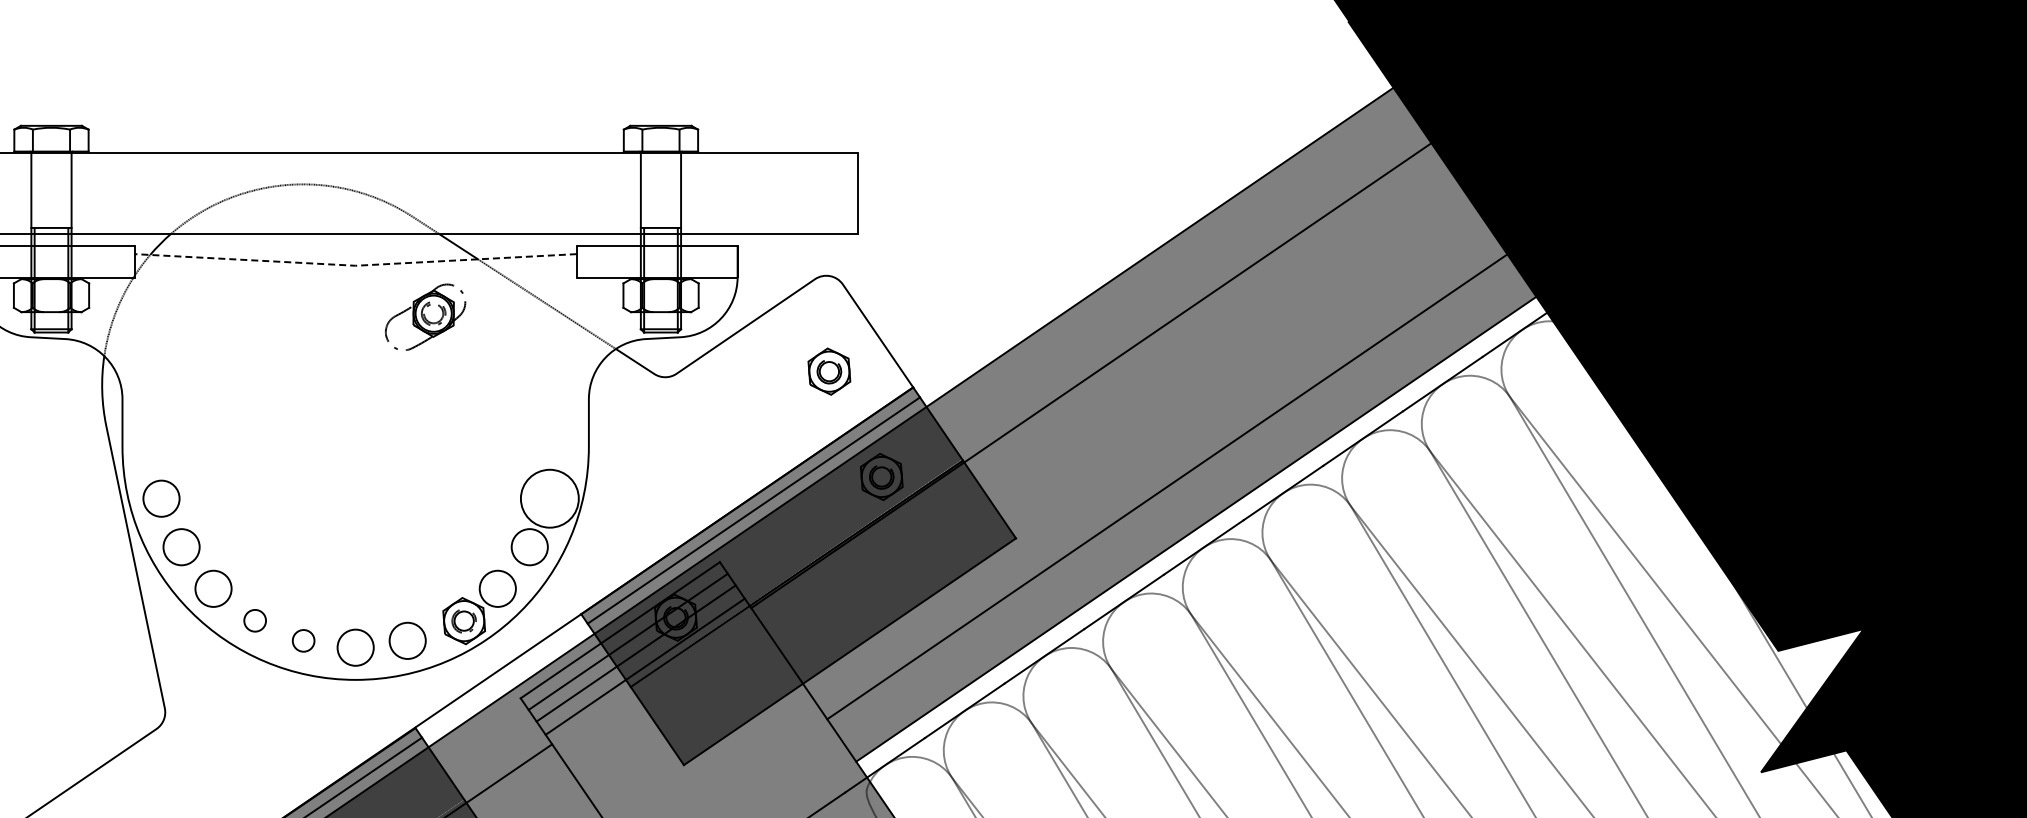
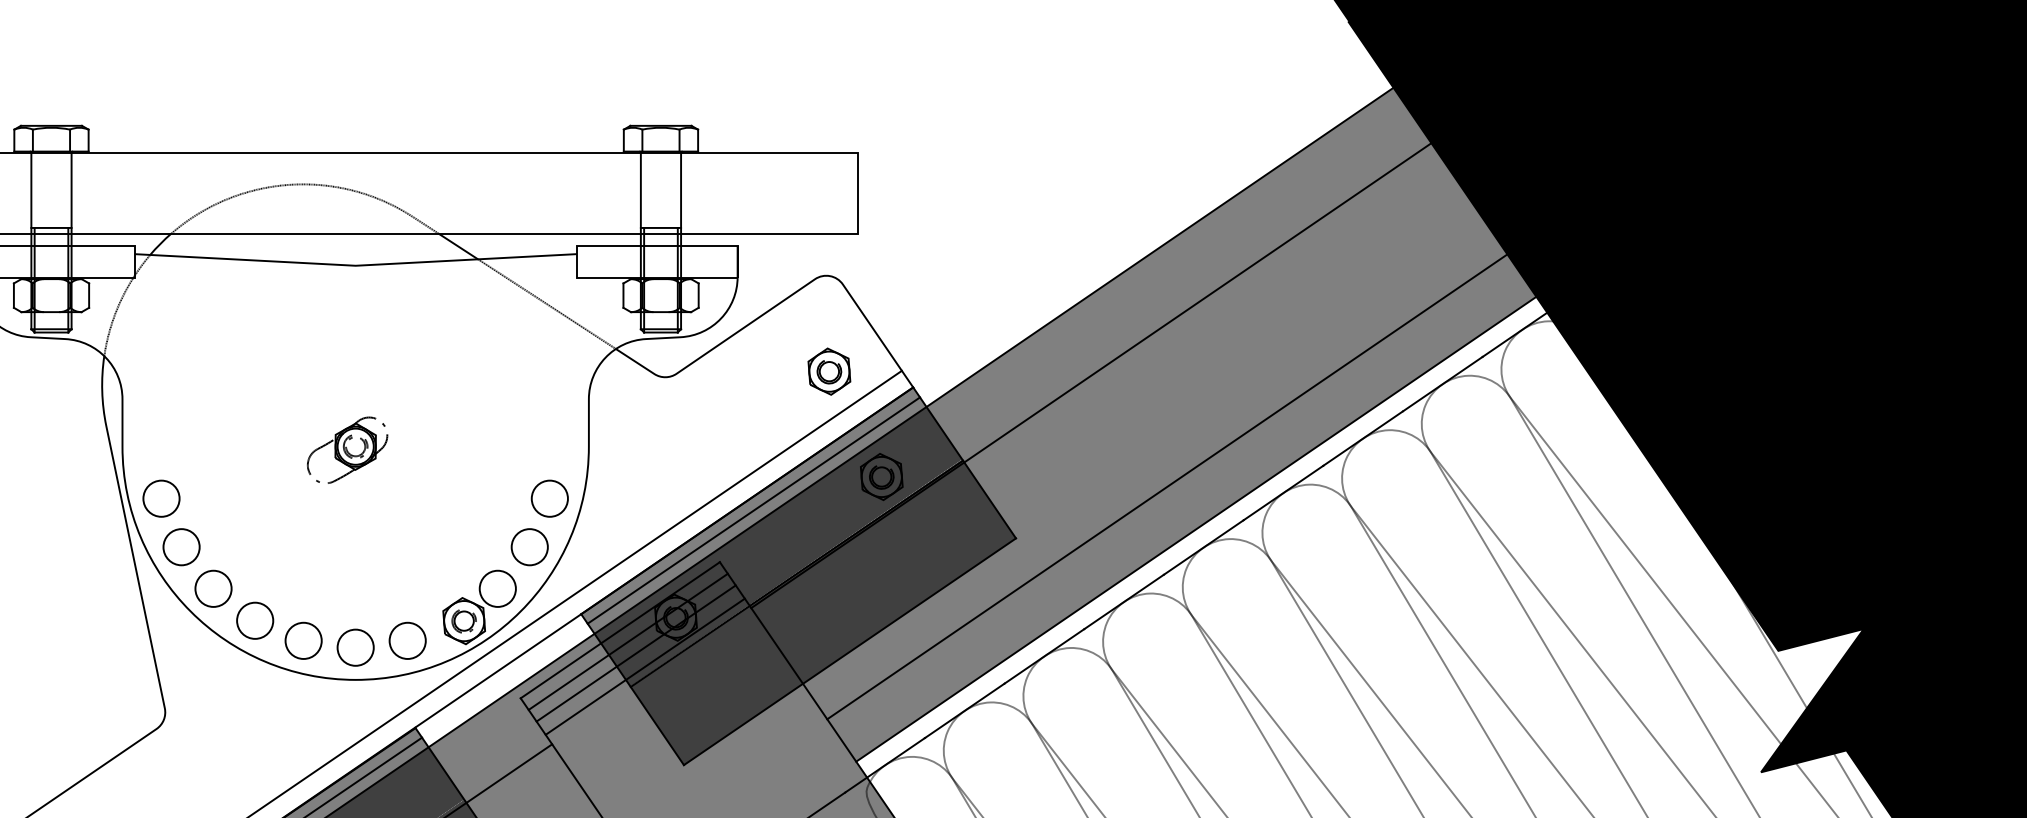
line at (355, 265): dashed -> solid
part at (425, 316) position: (425, 316) -> (347, 449)
circle at (549, 498) diameter: 58 px -> 36 px
line at (576, 592): none -> present
circle at (255, 620) diameter: 22 px -> 36 px
circle at (303, 640) diameter: 22 px -> 36 px
